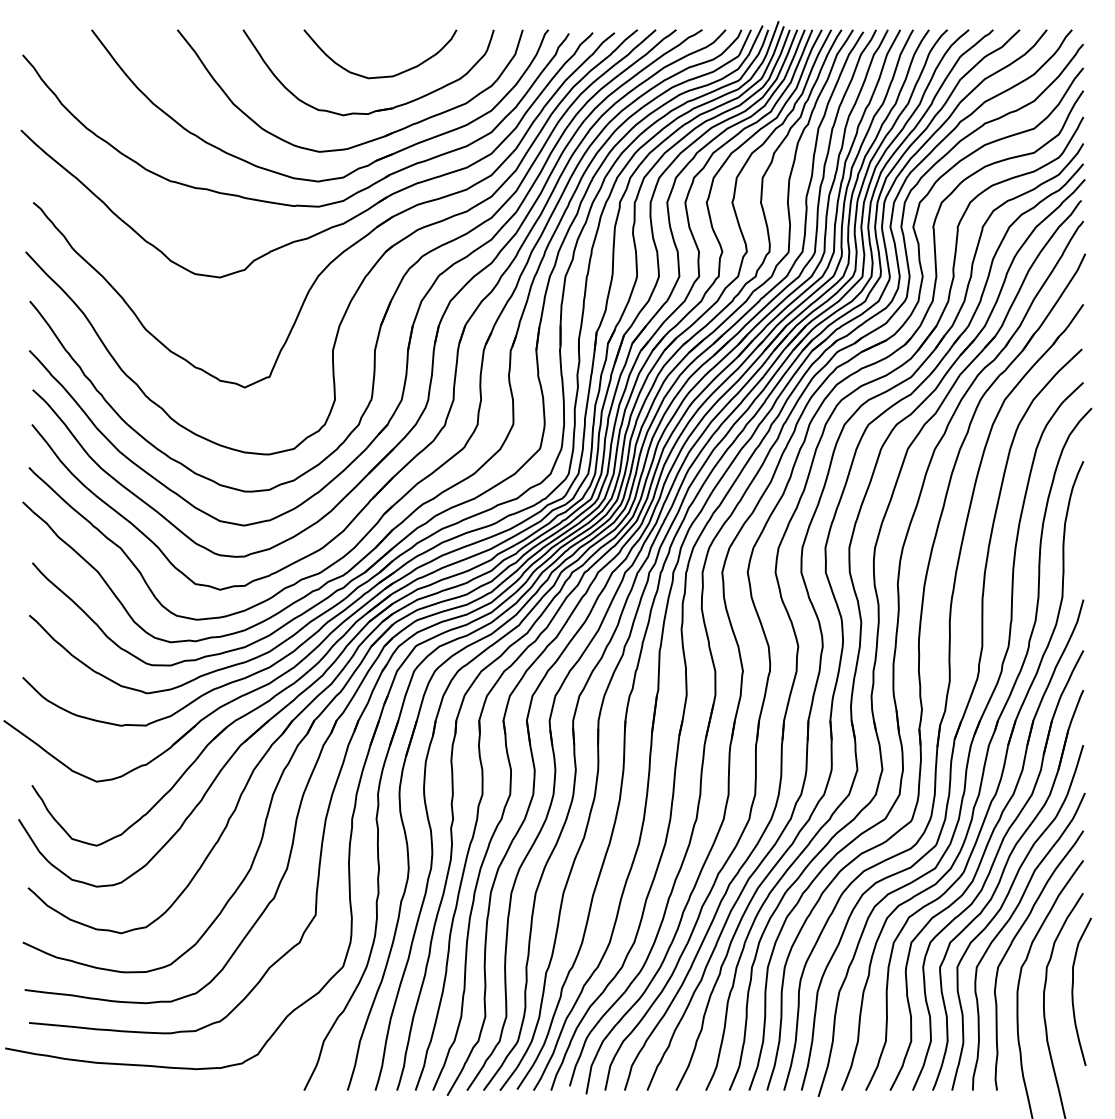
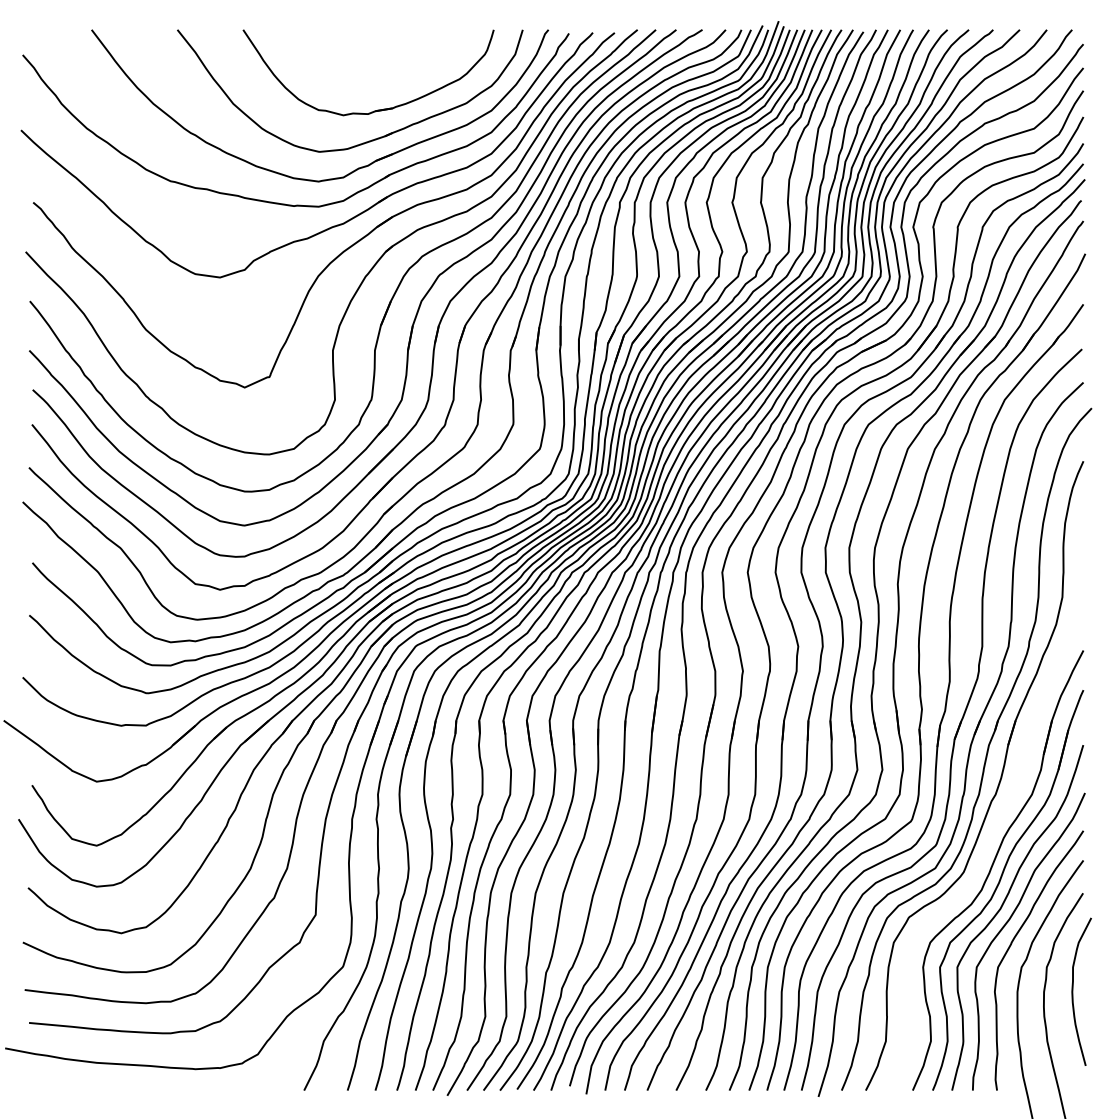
curve at (380, 76): present -> none
part at (986, 844): present -> none
